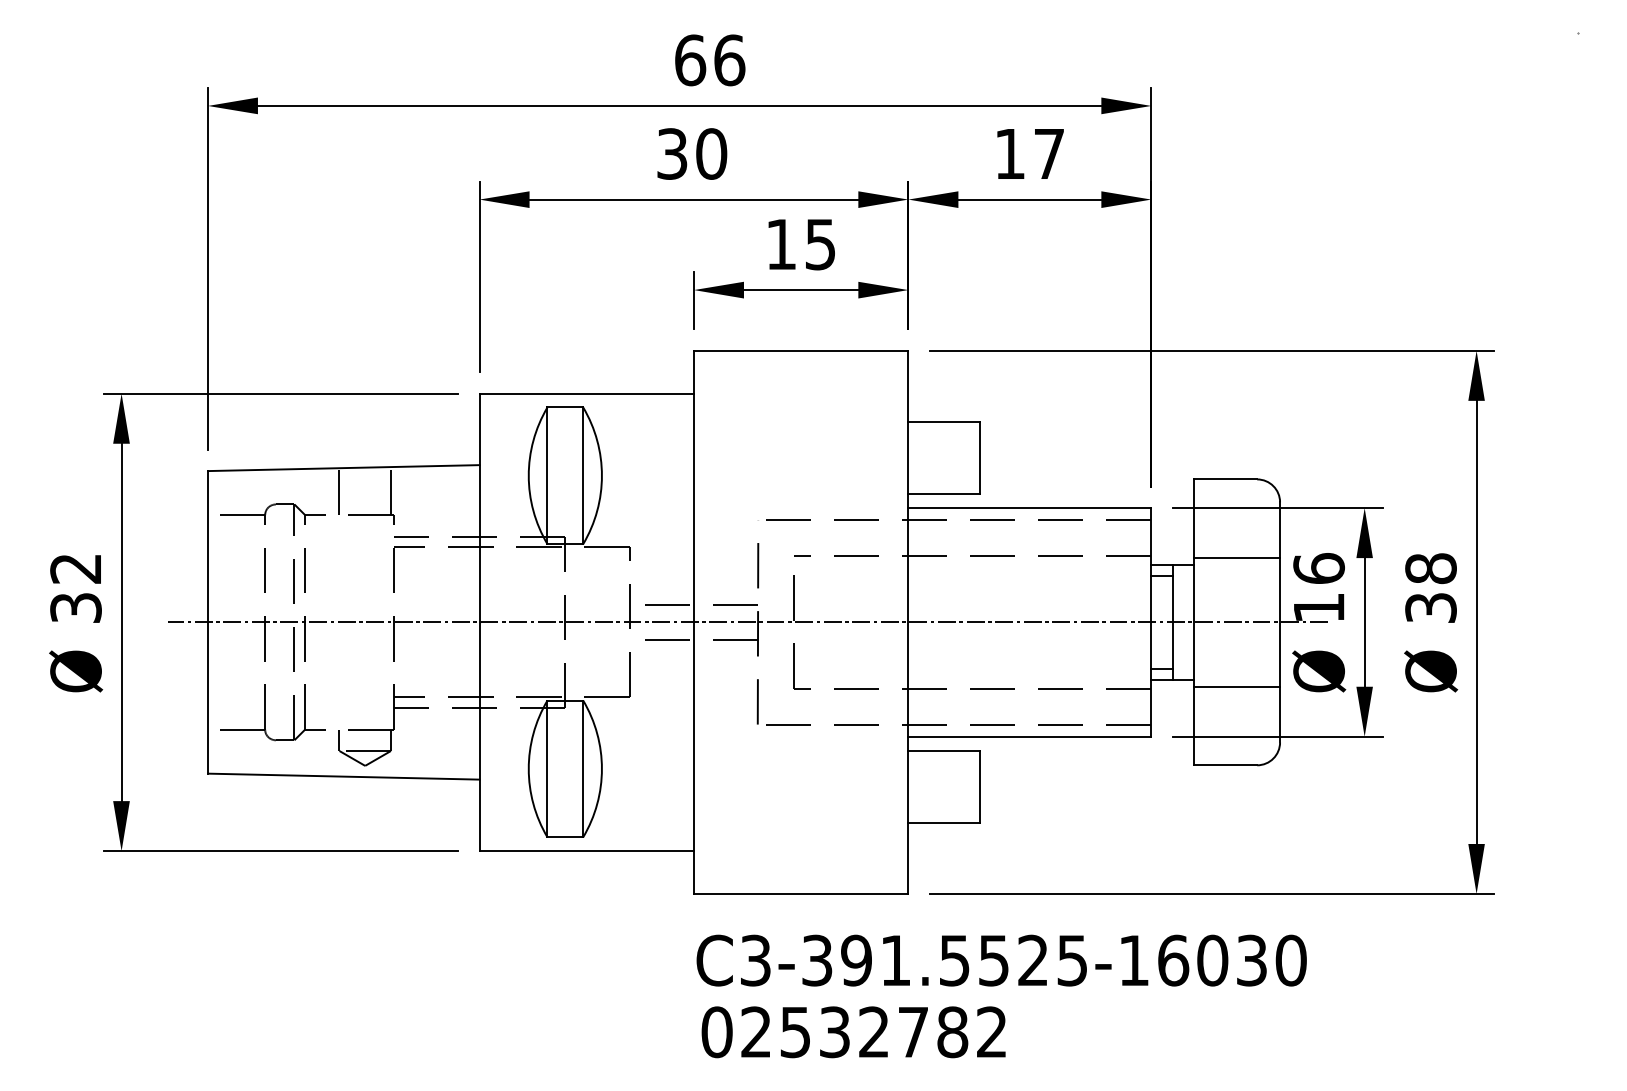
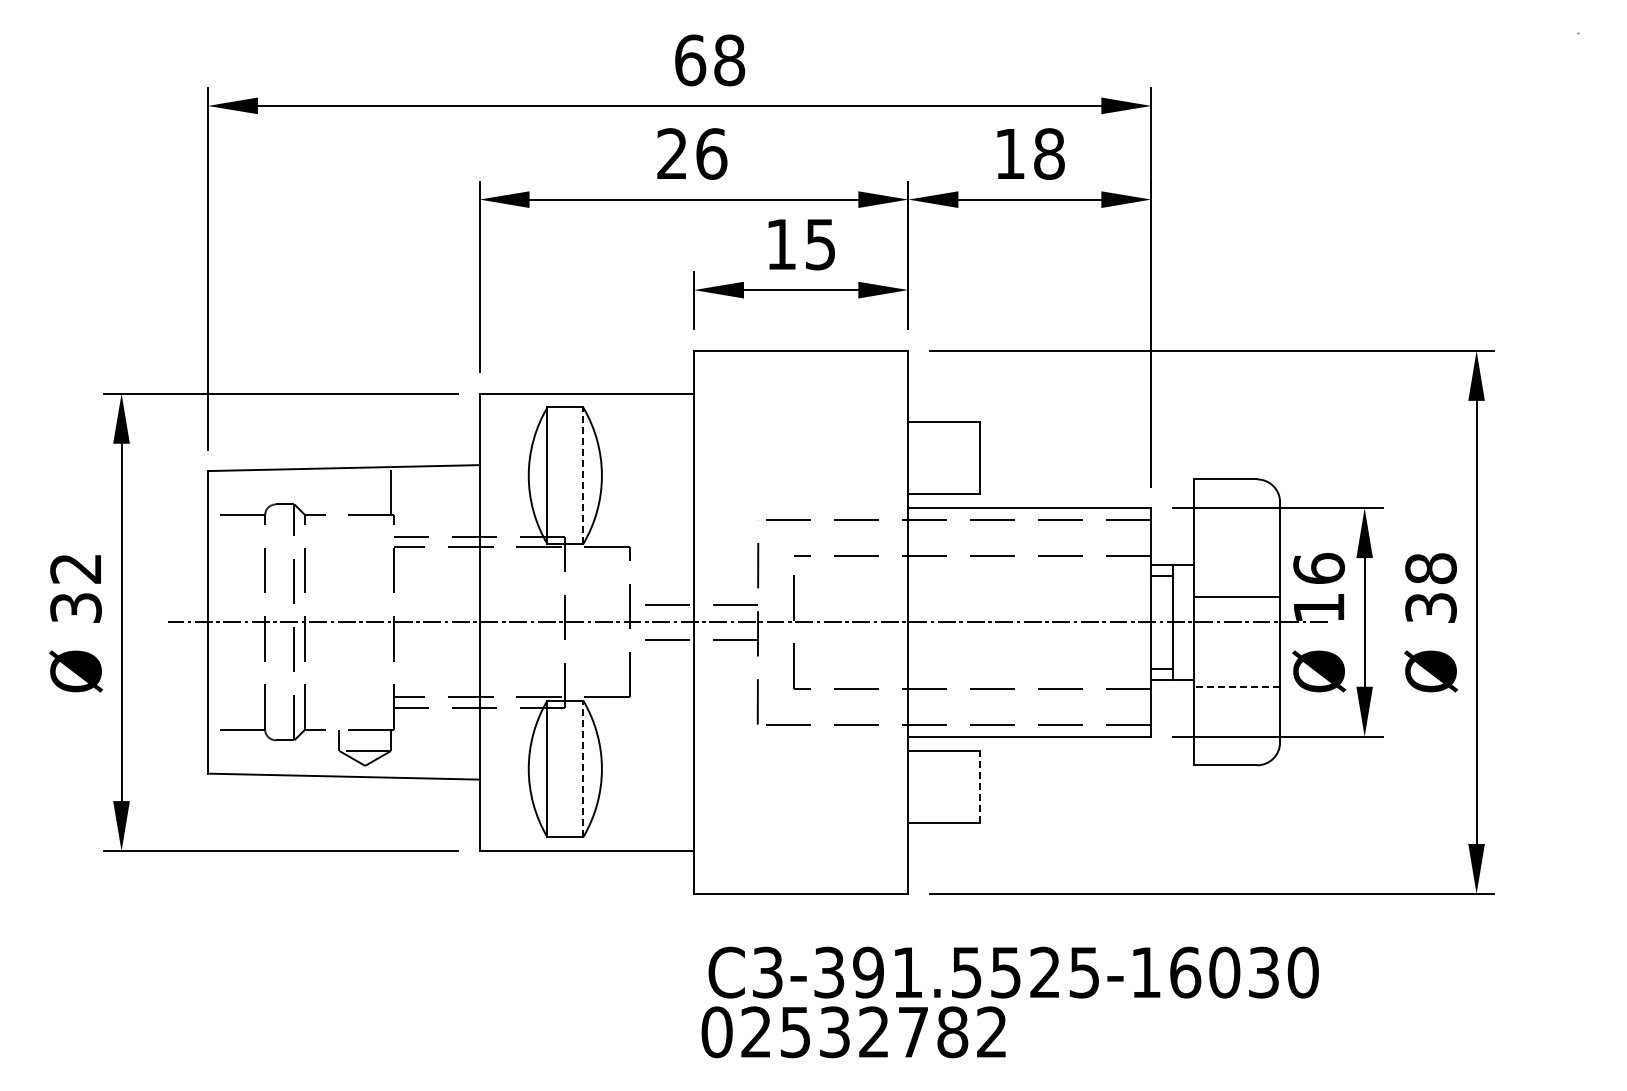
text at (729, 60): 66 -> 68
text at (692, 153): 30 -> 26
text at (1049, 153): 17 -> 18
line at (583, 475): solid -> dashed
line at (339, 491): present -> none
line at (1237, 558) position: (1237, 558) -> (1237, 597)
line at (1237, 686): solid -> dashed
line at (583, 768): solid -> dashed
line at (979, 786): solid -> dashed
text at (1001, 960) position: (1001, 960) -> (1013, 972)
